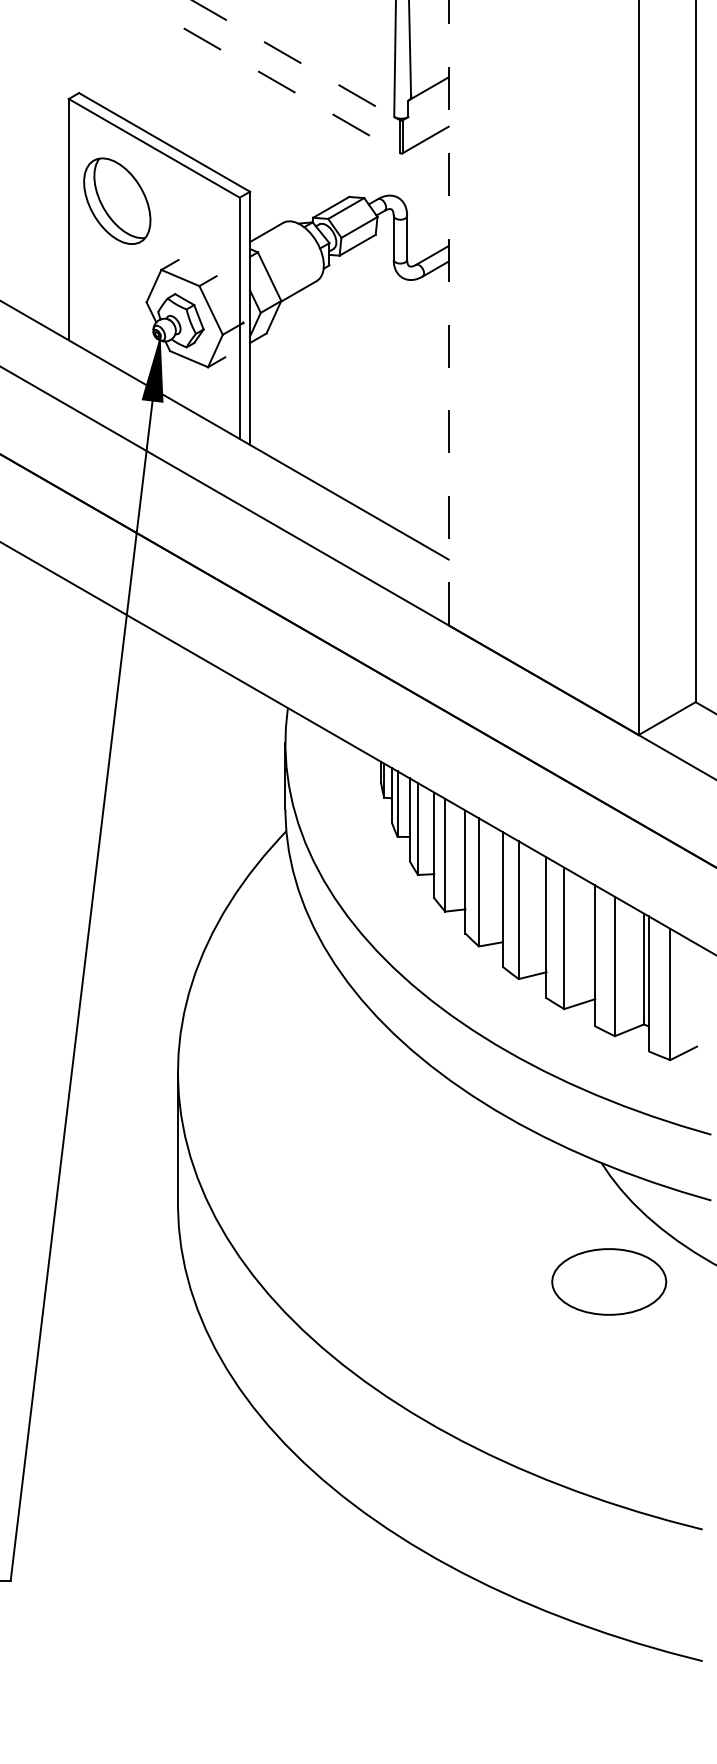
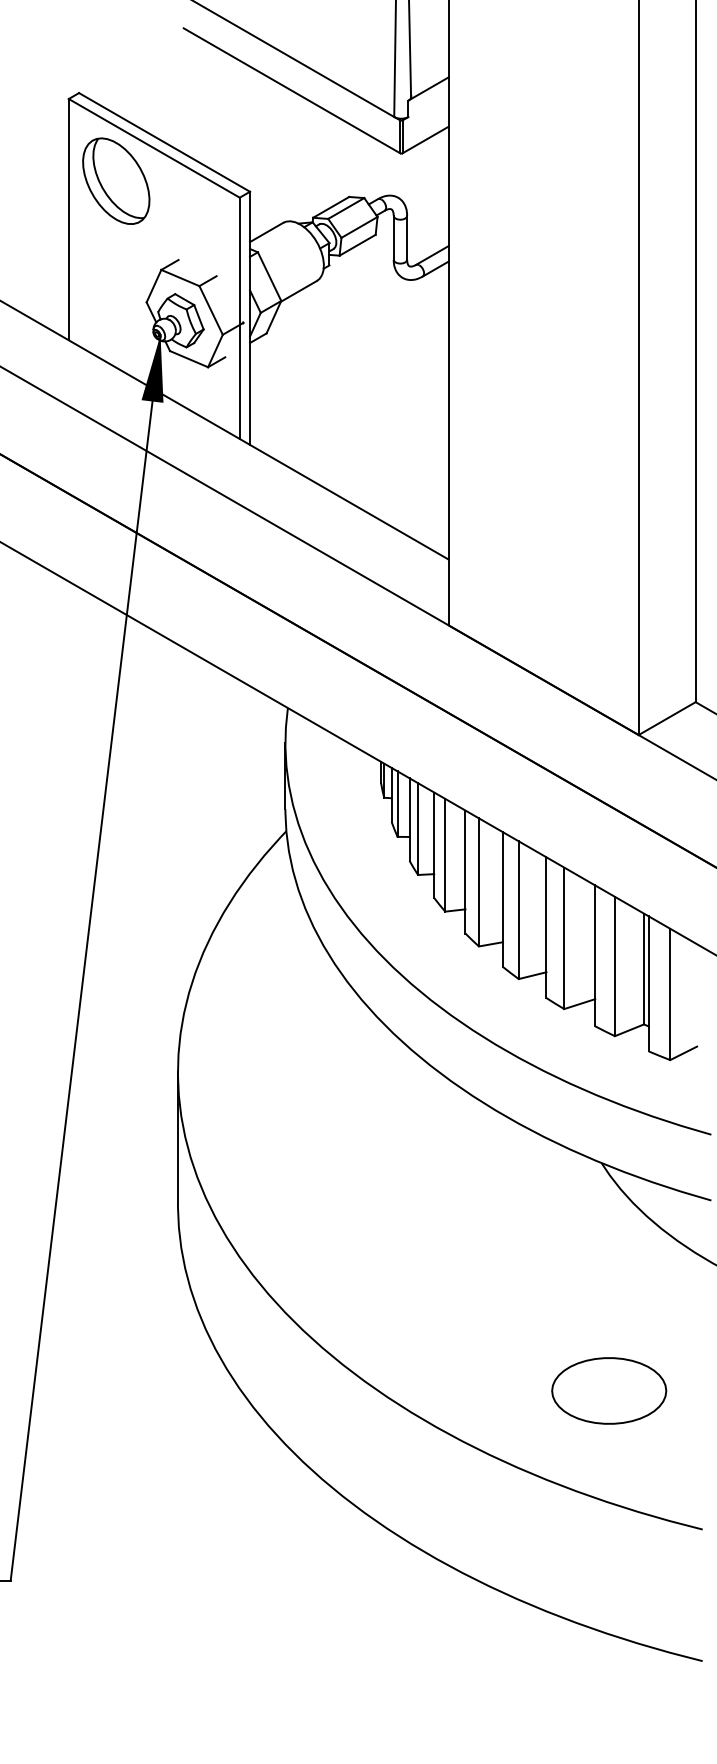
line at (293, 58): dashed -> solid
line at (292, 91): dashed -> solid
part at (117, 200) position: (117, 200) -> (116, 180)
line at (448, 312): dashed -> solid
part at (609, 1281) position: (609, 1281) -> (609, 1390)
